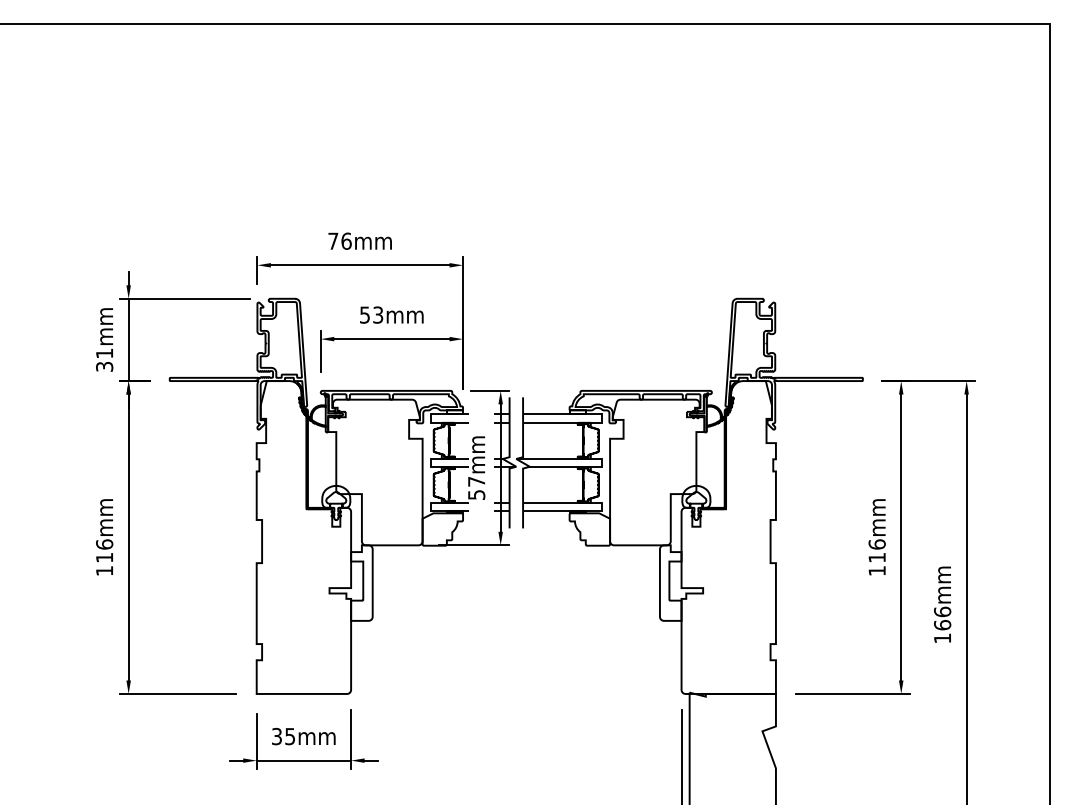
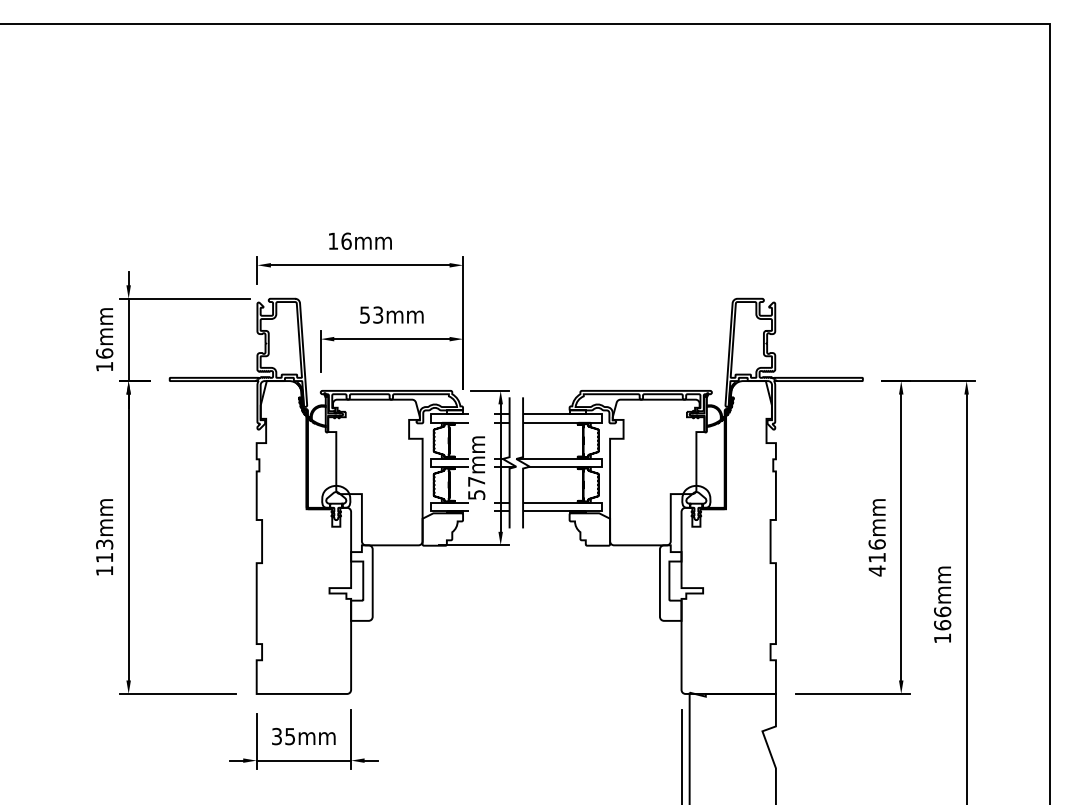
text at (333, 240): 76mm -> 16mm
text at (104, 359): 31mm -> 16mm
text at (104, 544): 116mm -> 113mm
text at (876, 570): 116mm -> 416mm
